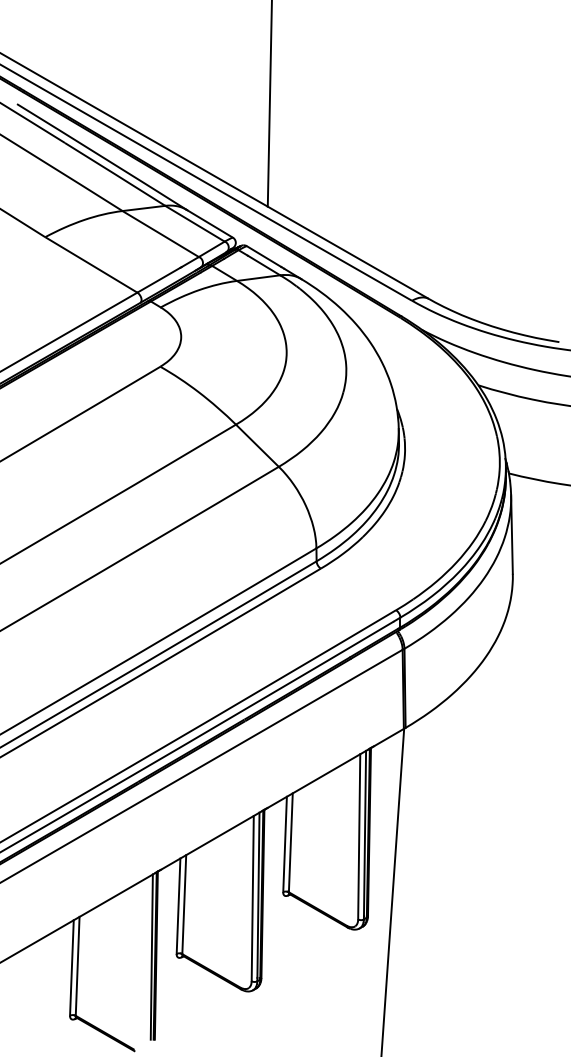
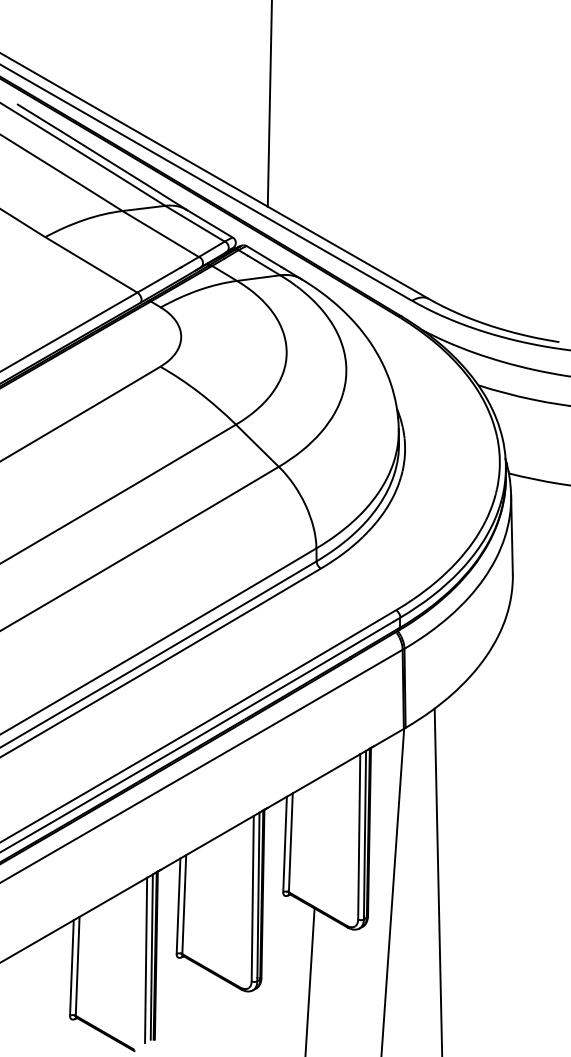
line at (438, 880): none -> present
line at (146, 959): none -> present
line at (309, 980): none -> present
